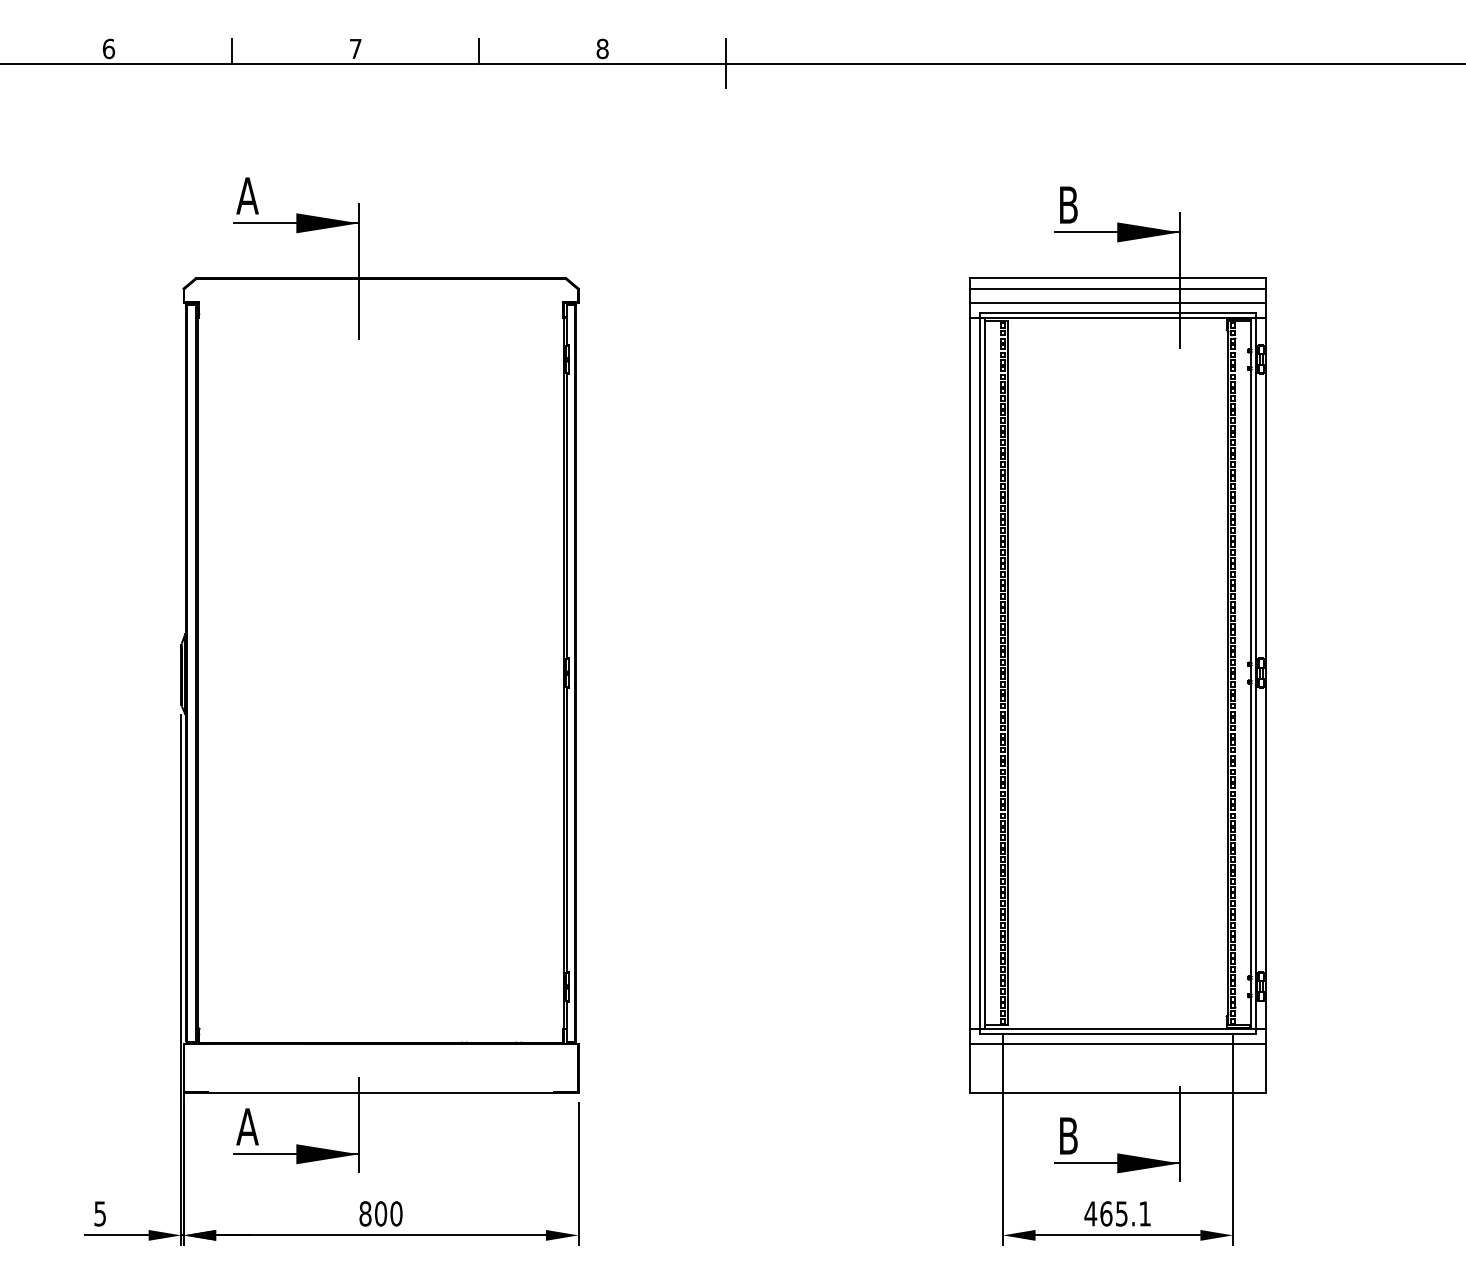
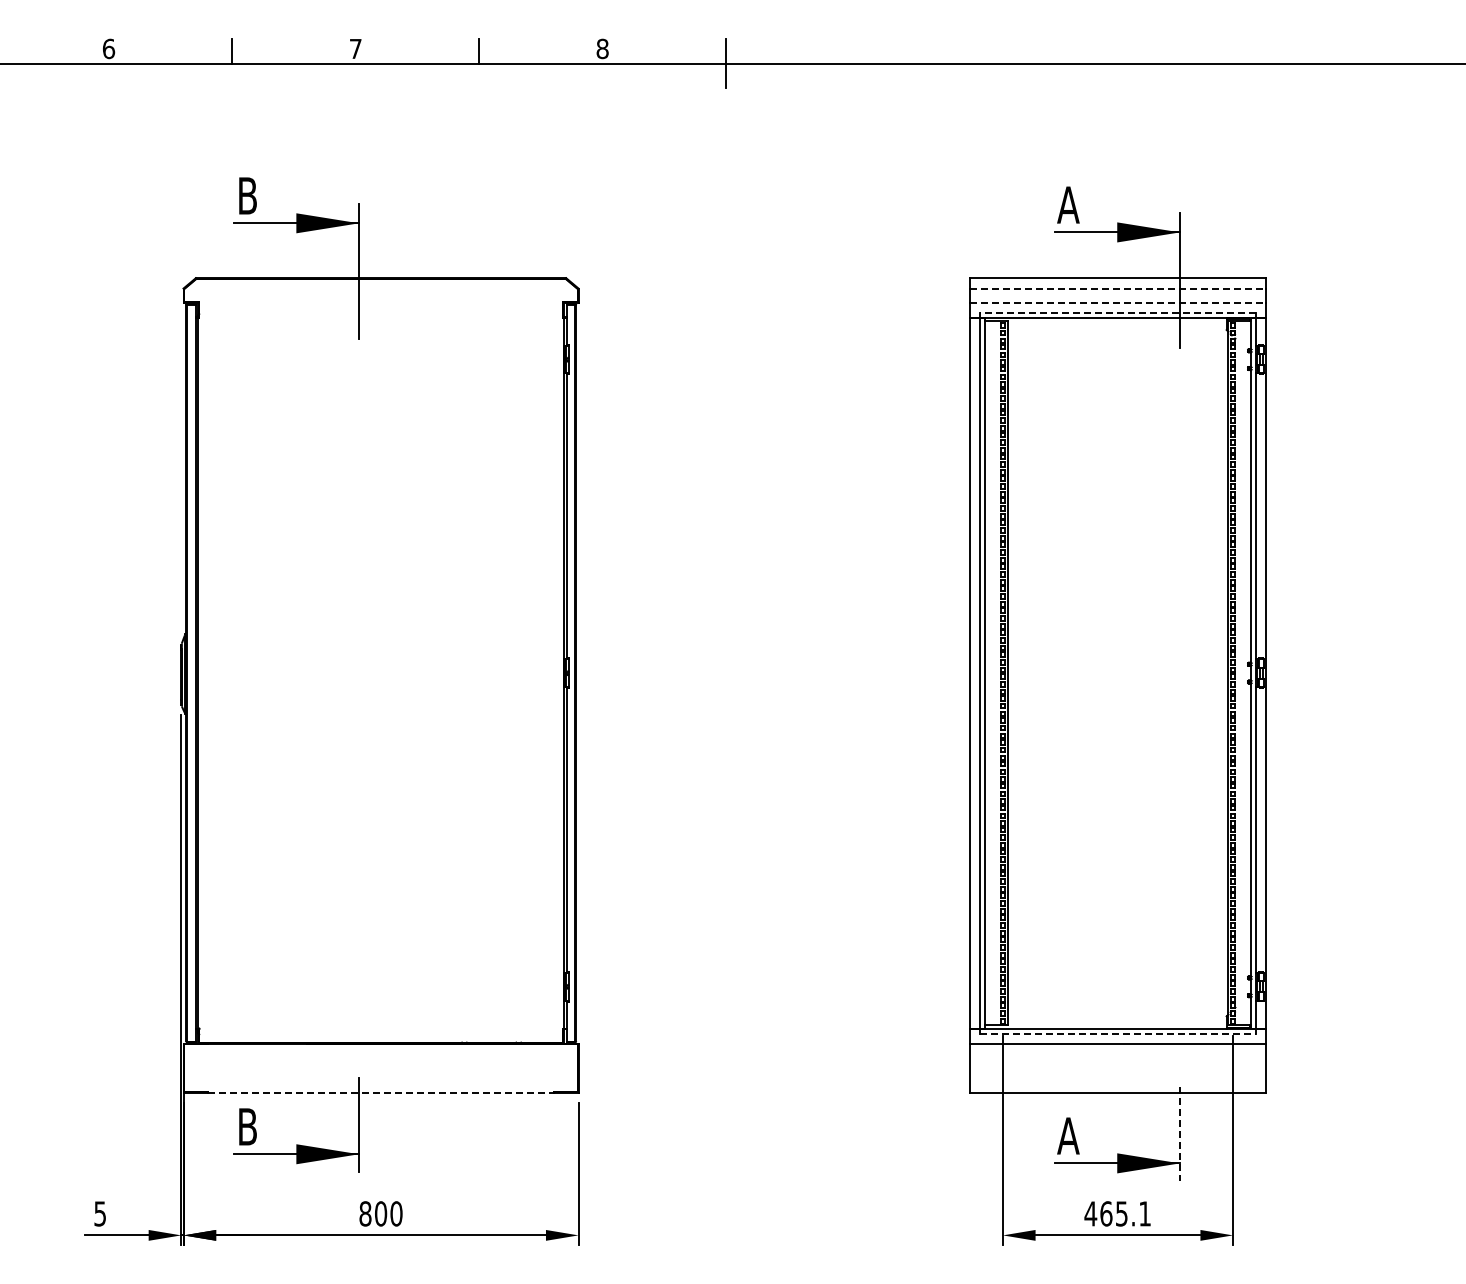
text at (247, 195): A -> B
text at (1068, 204): B -> A
line at (1118, 288): solid -> dashed
line at (1118, 302): solid -> dashed
line at (1117, 312): solid -> dashed
line at (1118, 1033): solid -> dashed
line at (381, 1092): solid -> dashed
text at (247, 1126): A -> B
line at (1179, 1133): solid -> dashed
text at (1068, 1135): B -> A
